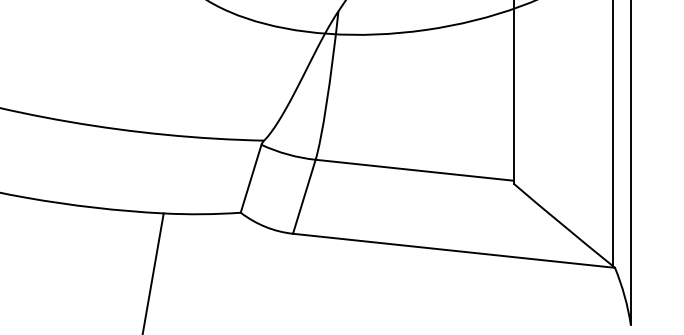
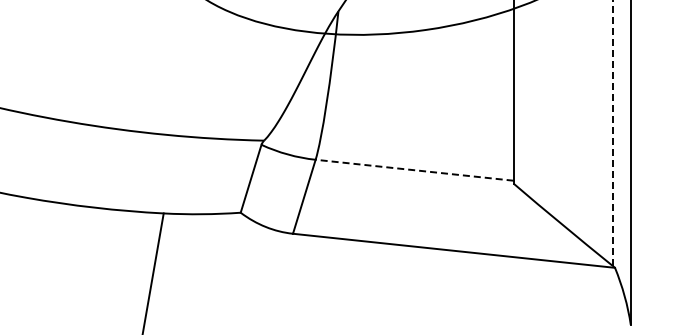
line at (612, 132): solid -> dashed
line at (414, 170): solid -> dashed
